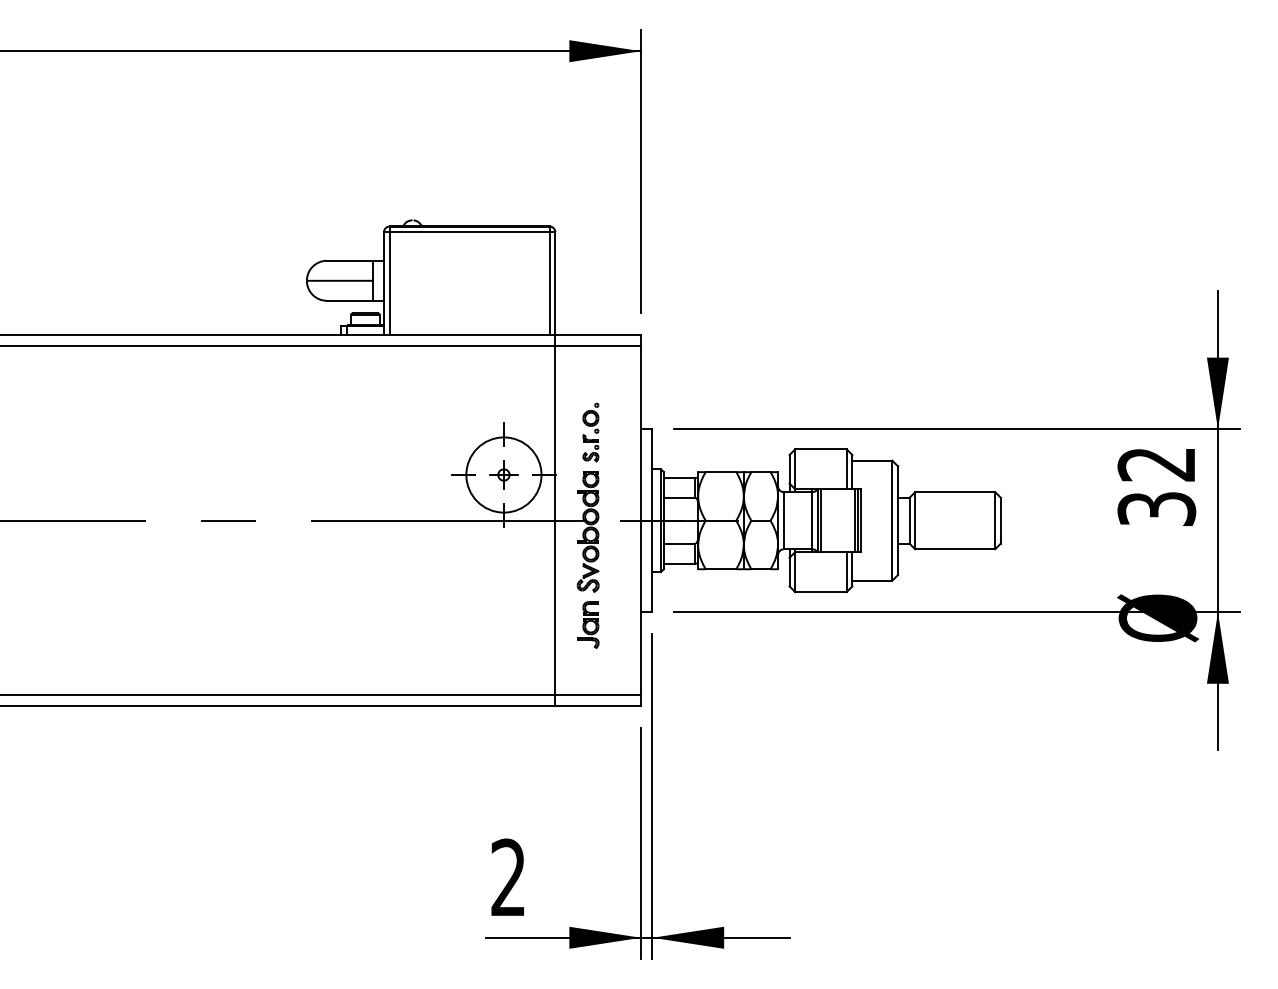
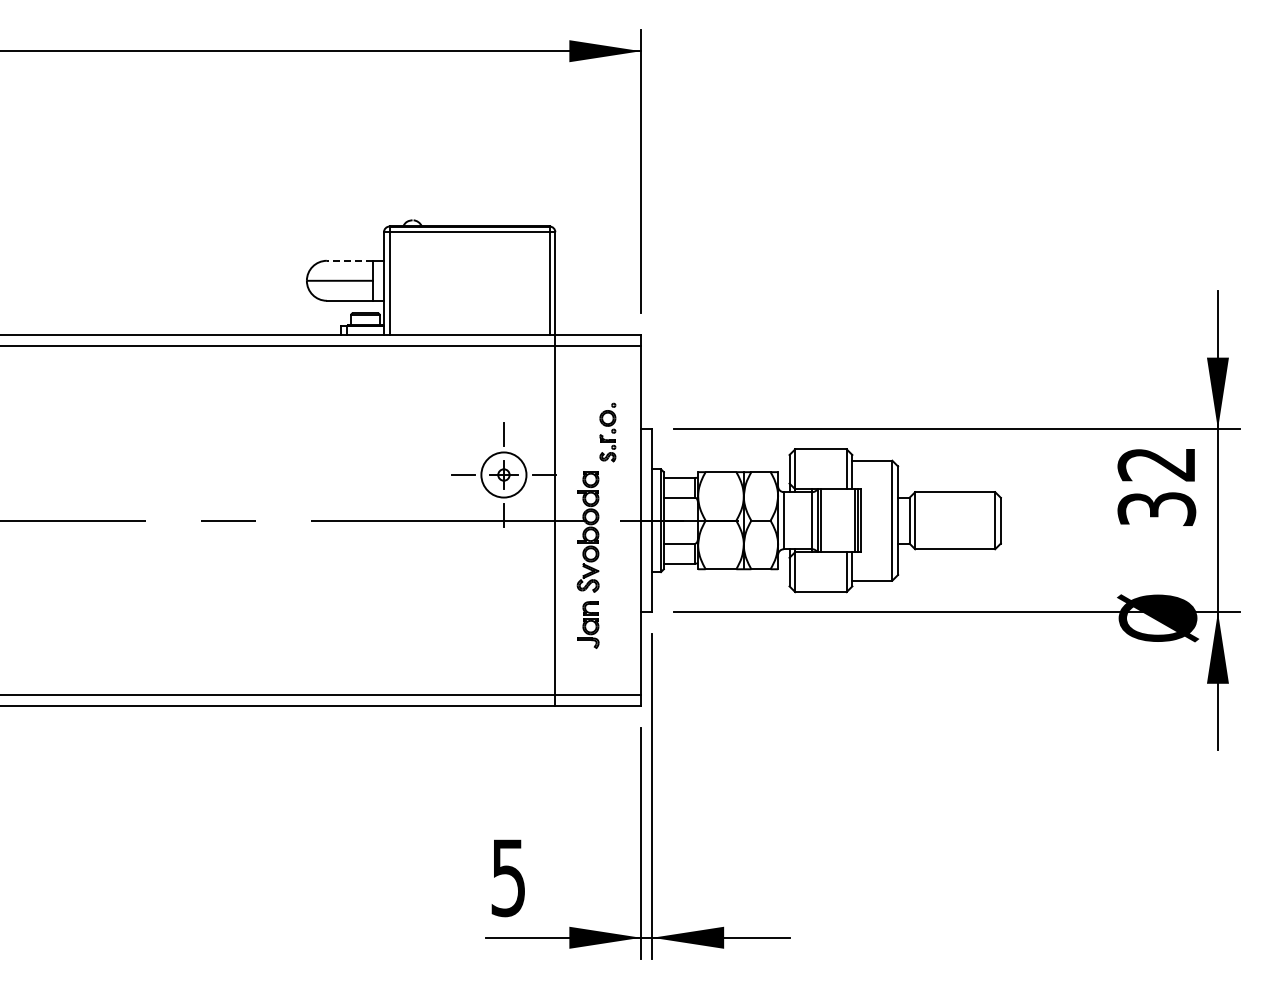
line at (349, 260): solid -> dashed
part at (590, 432) position: (590, 432) -> (607, 432)
circle at (503, 474) diameter: 75 px -> 45 px
text at (507, 877): 2 -> 5
